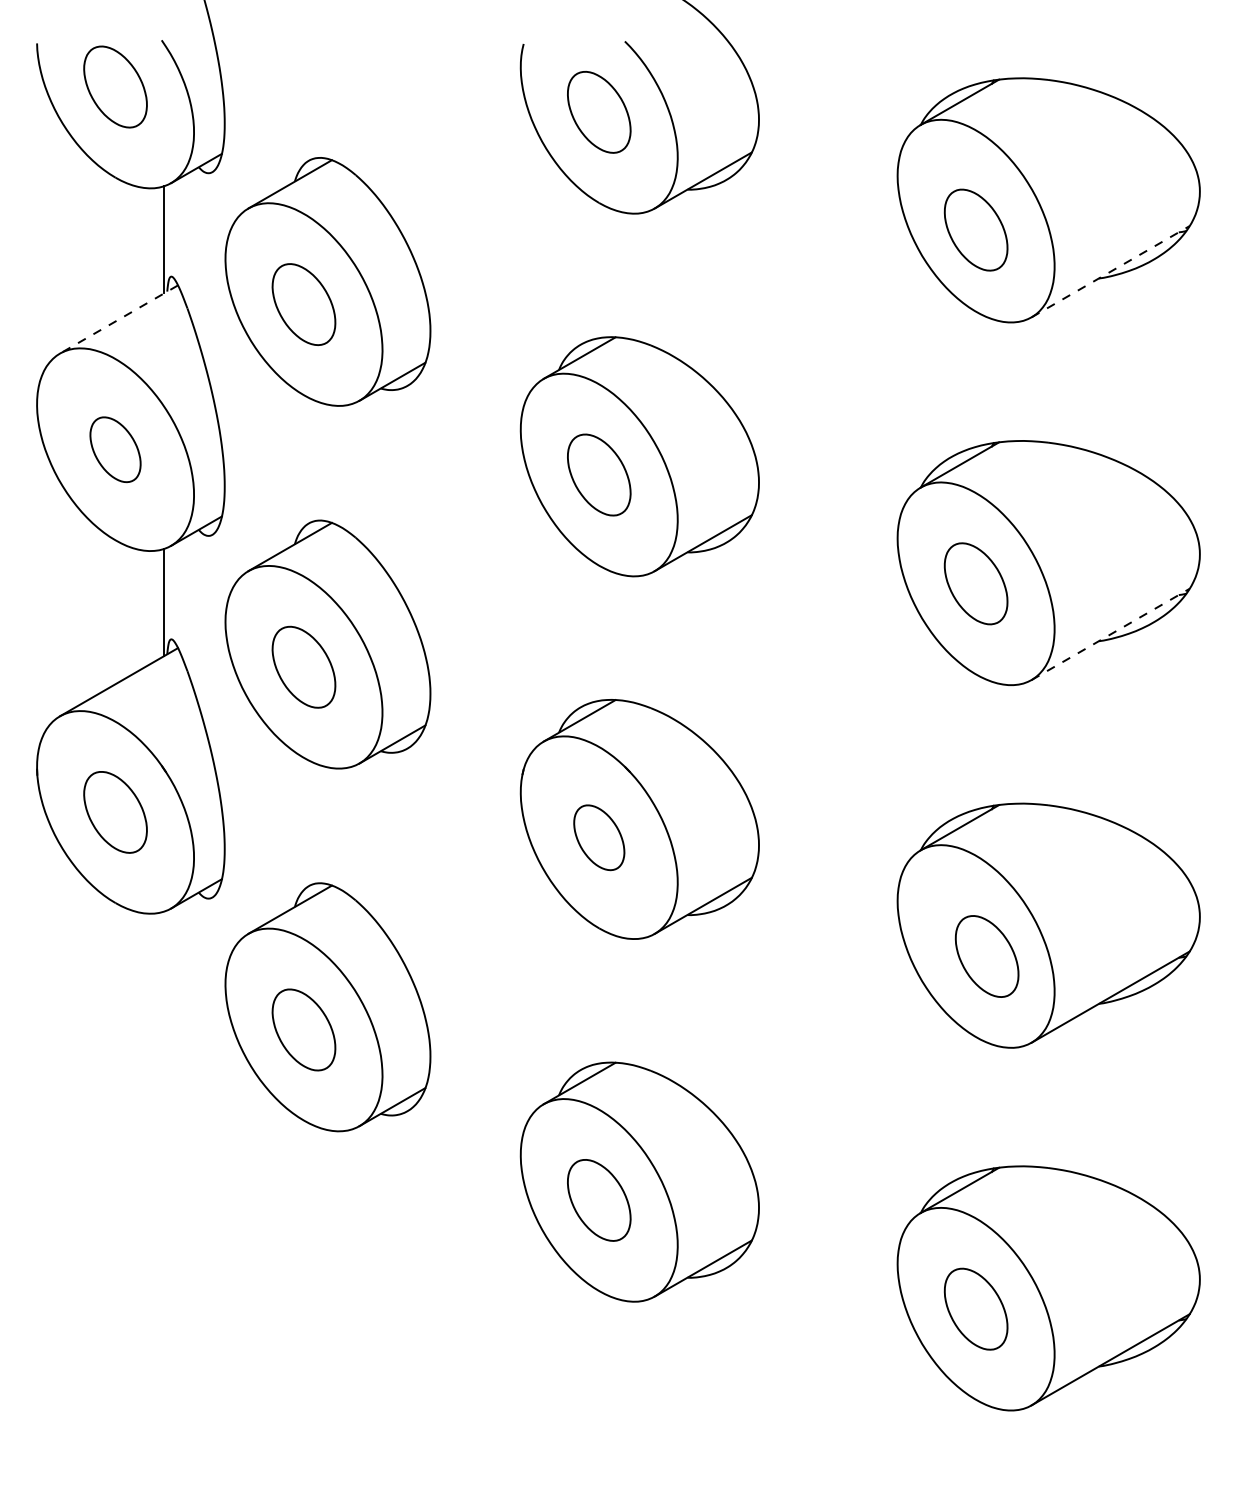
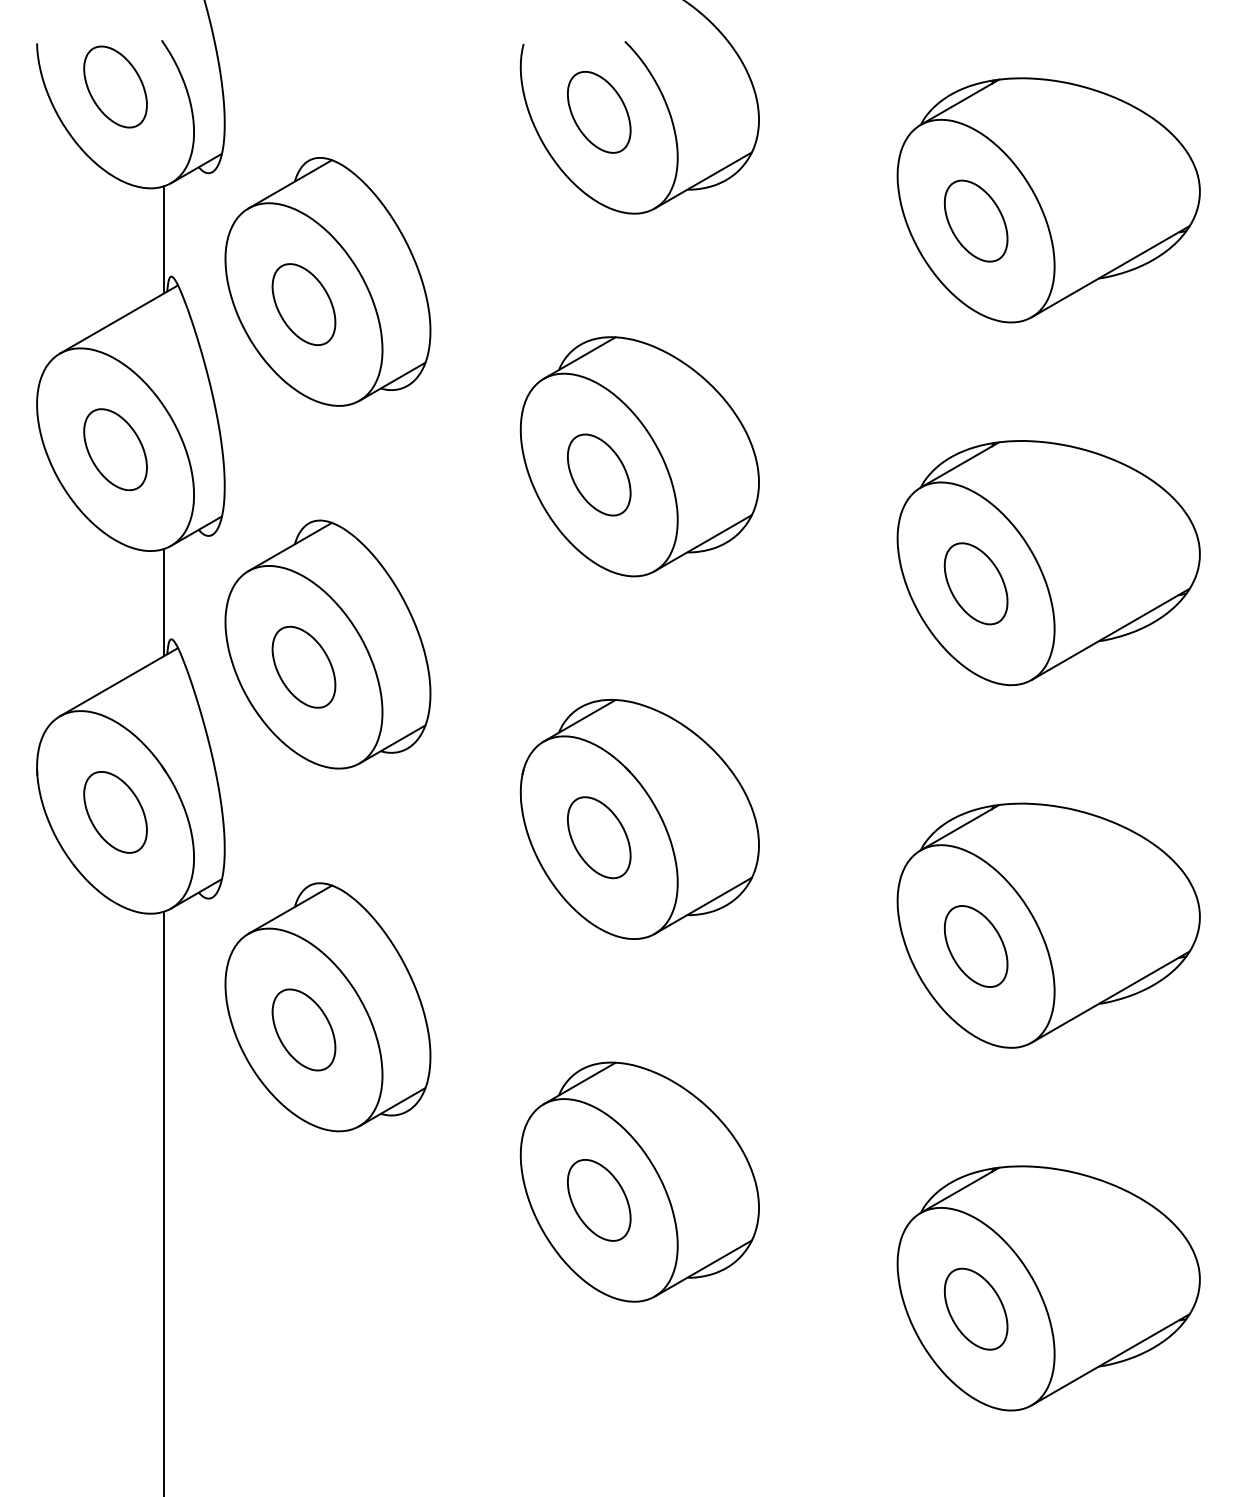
part at (975, 229) position: (975, 229) -> (975, 220)
line at (1111, 271): dashed -> solid
line at (118, 319): dashed -> solid
part at (115, 449) size: 53x68 px -> 65x84 px
line at (1111, 634): dashed -> solid
part at (599, 837) size: 53x68 px -> 65x84 px
part at (986, 956) position: (986, 956) -> (975, 946)
line at (164, 1202): none -> present
